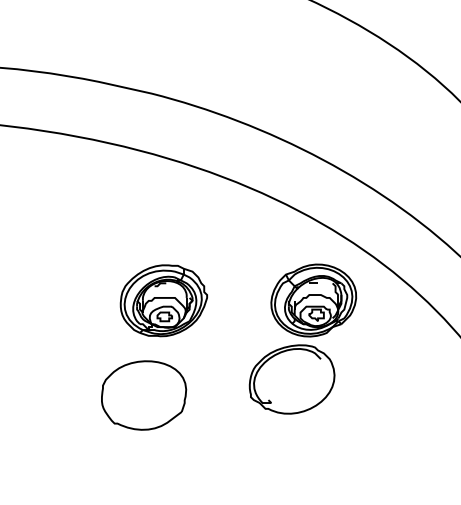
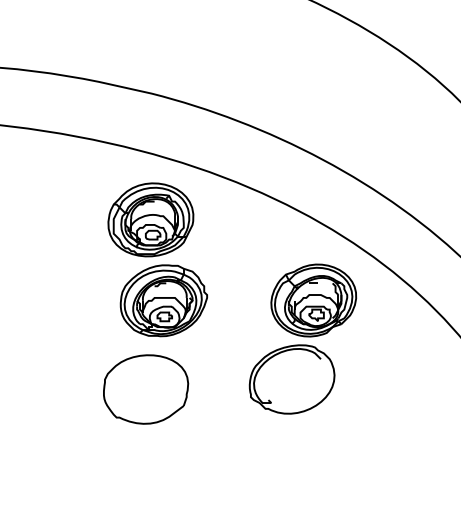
part at (150, 219): none -> present
part at (144, 395) position: (144, 395) -> (146, 389)
